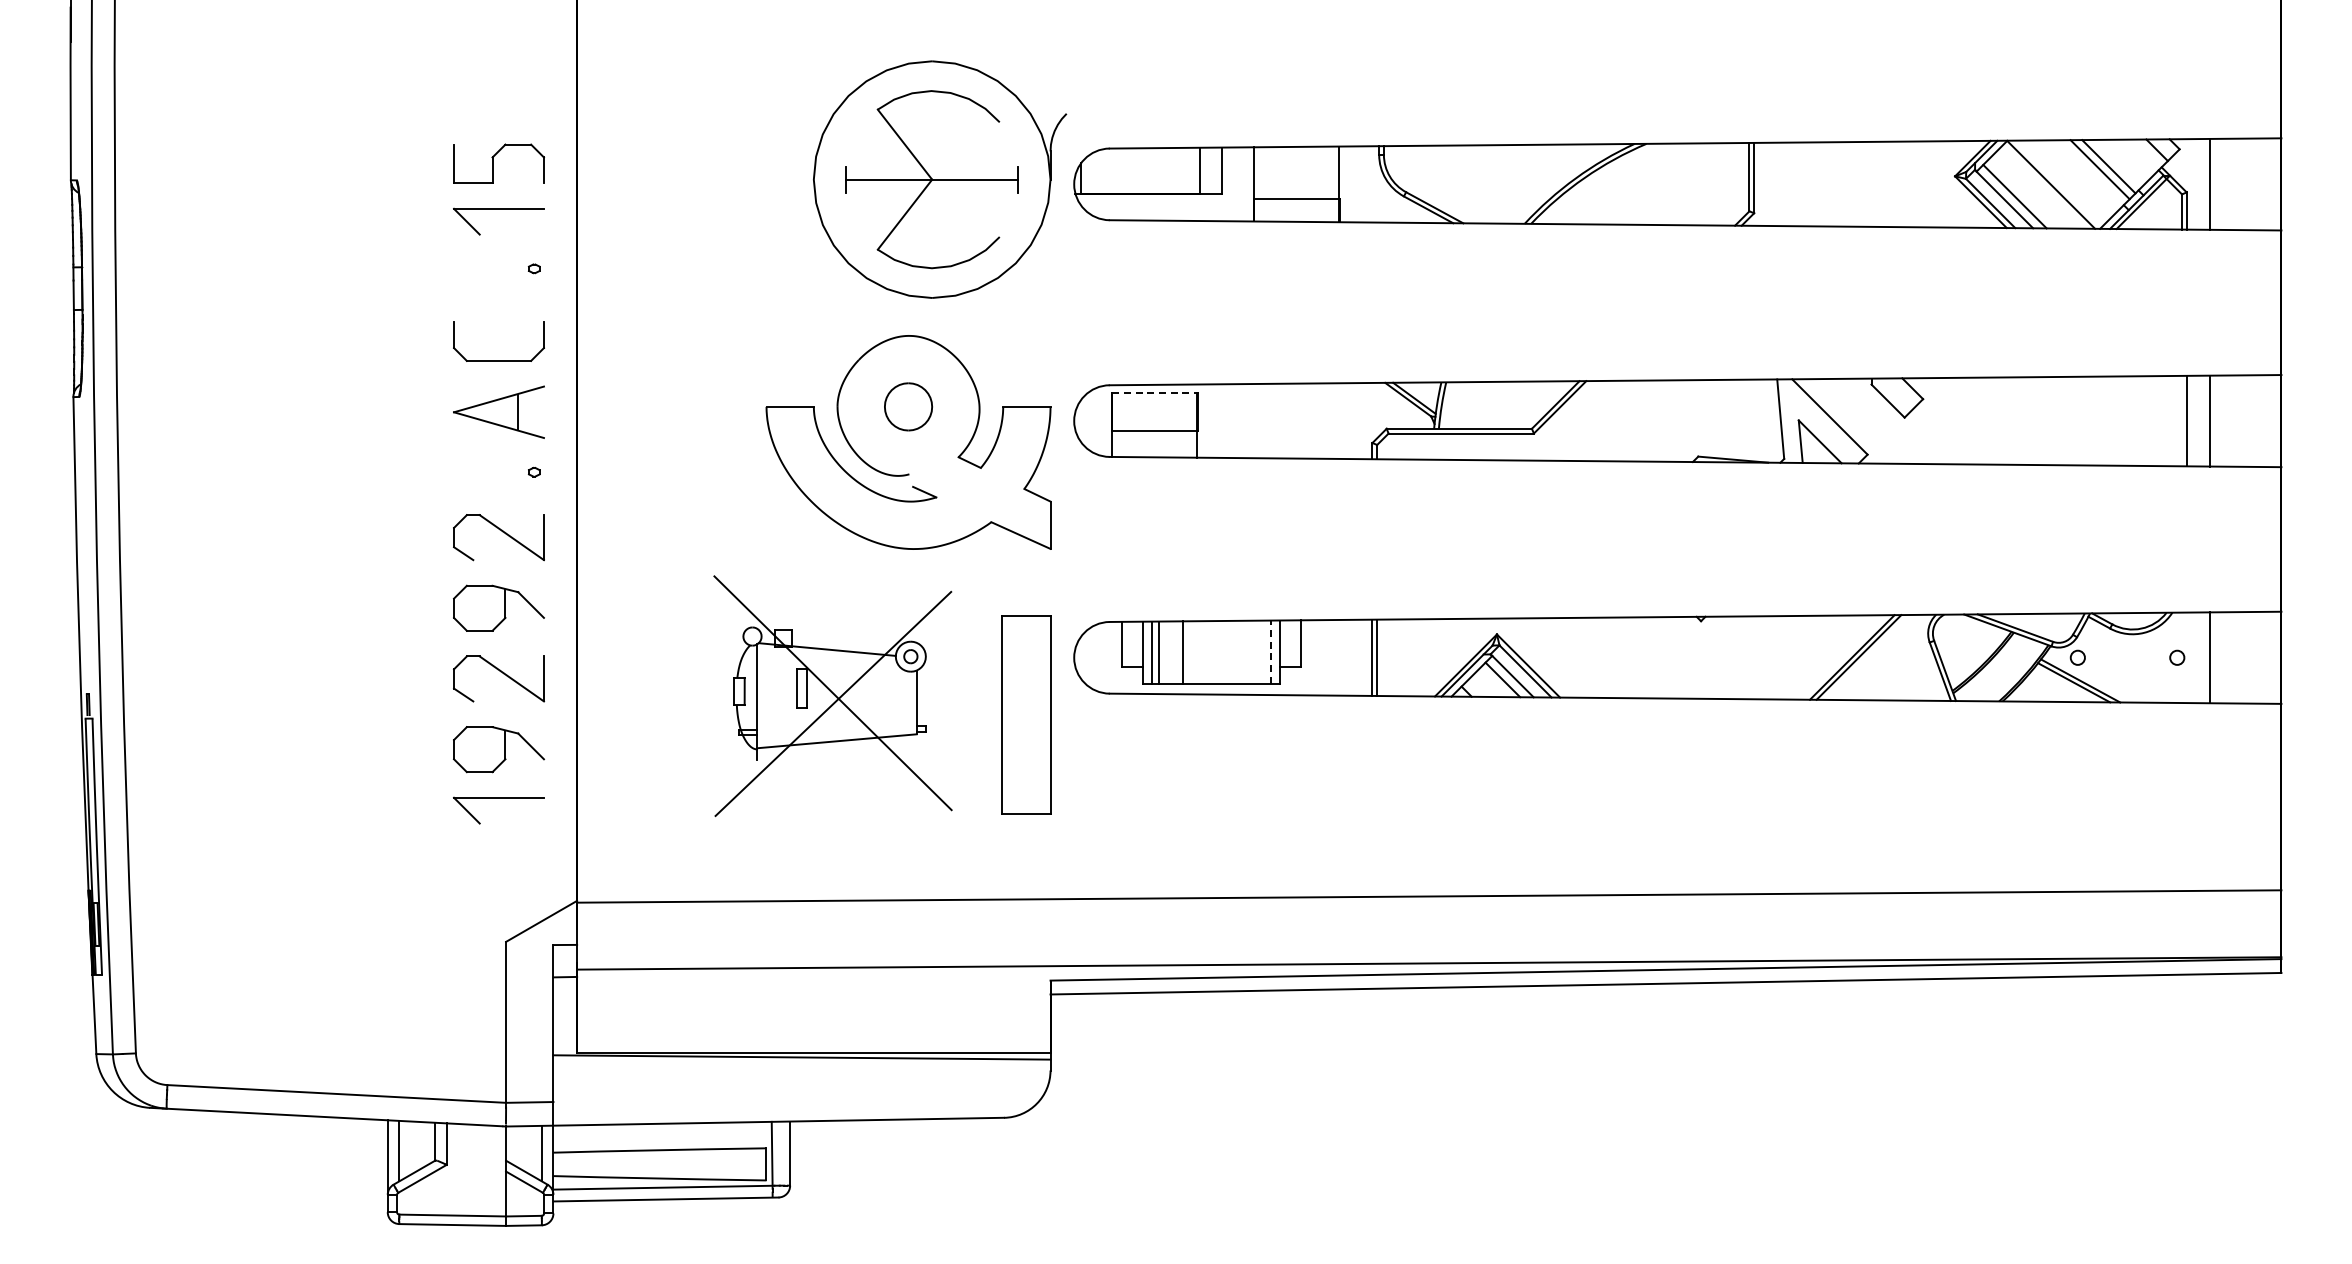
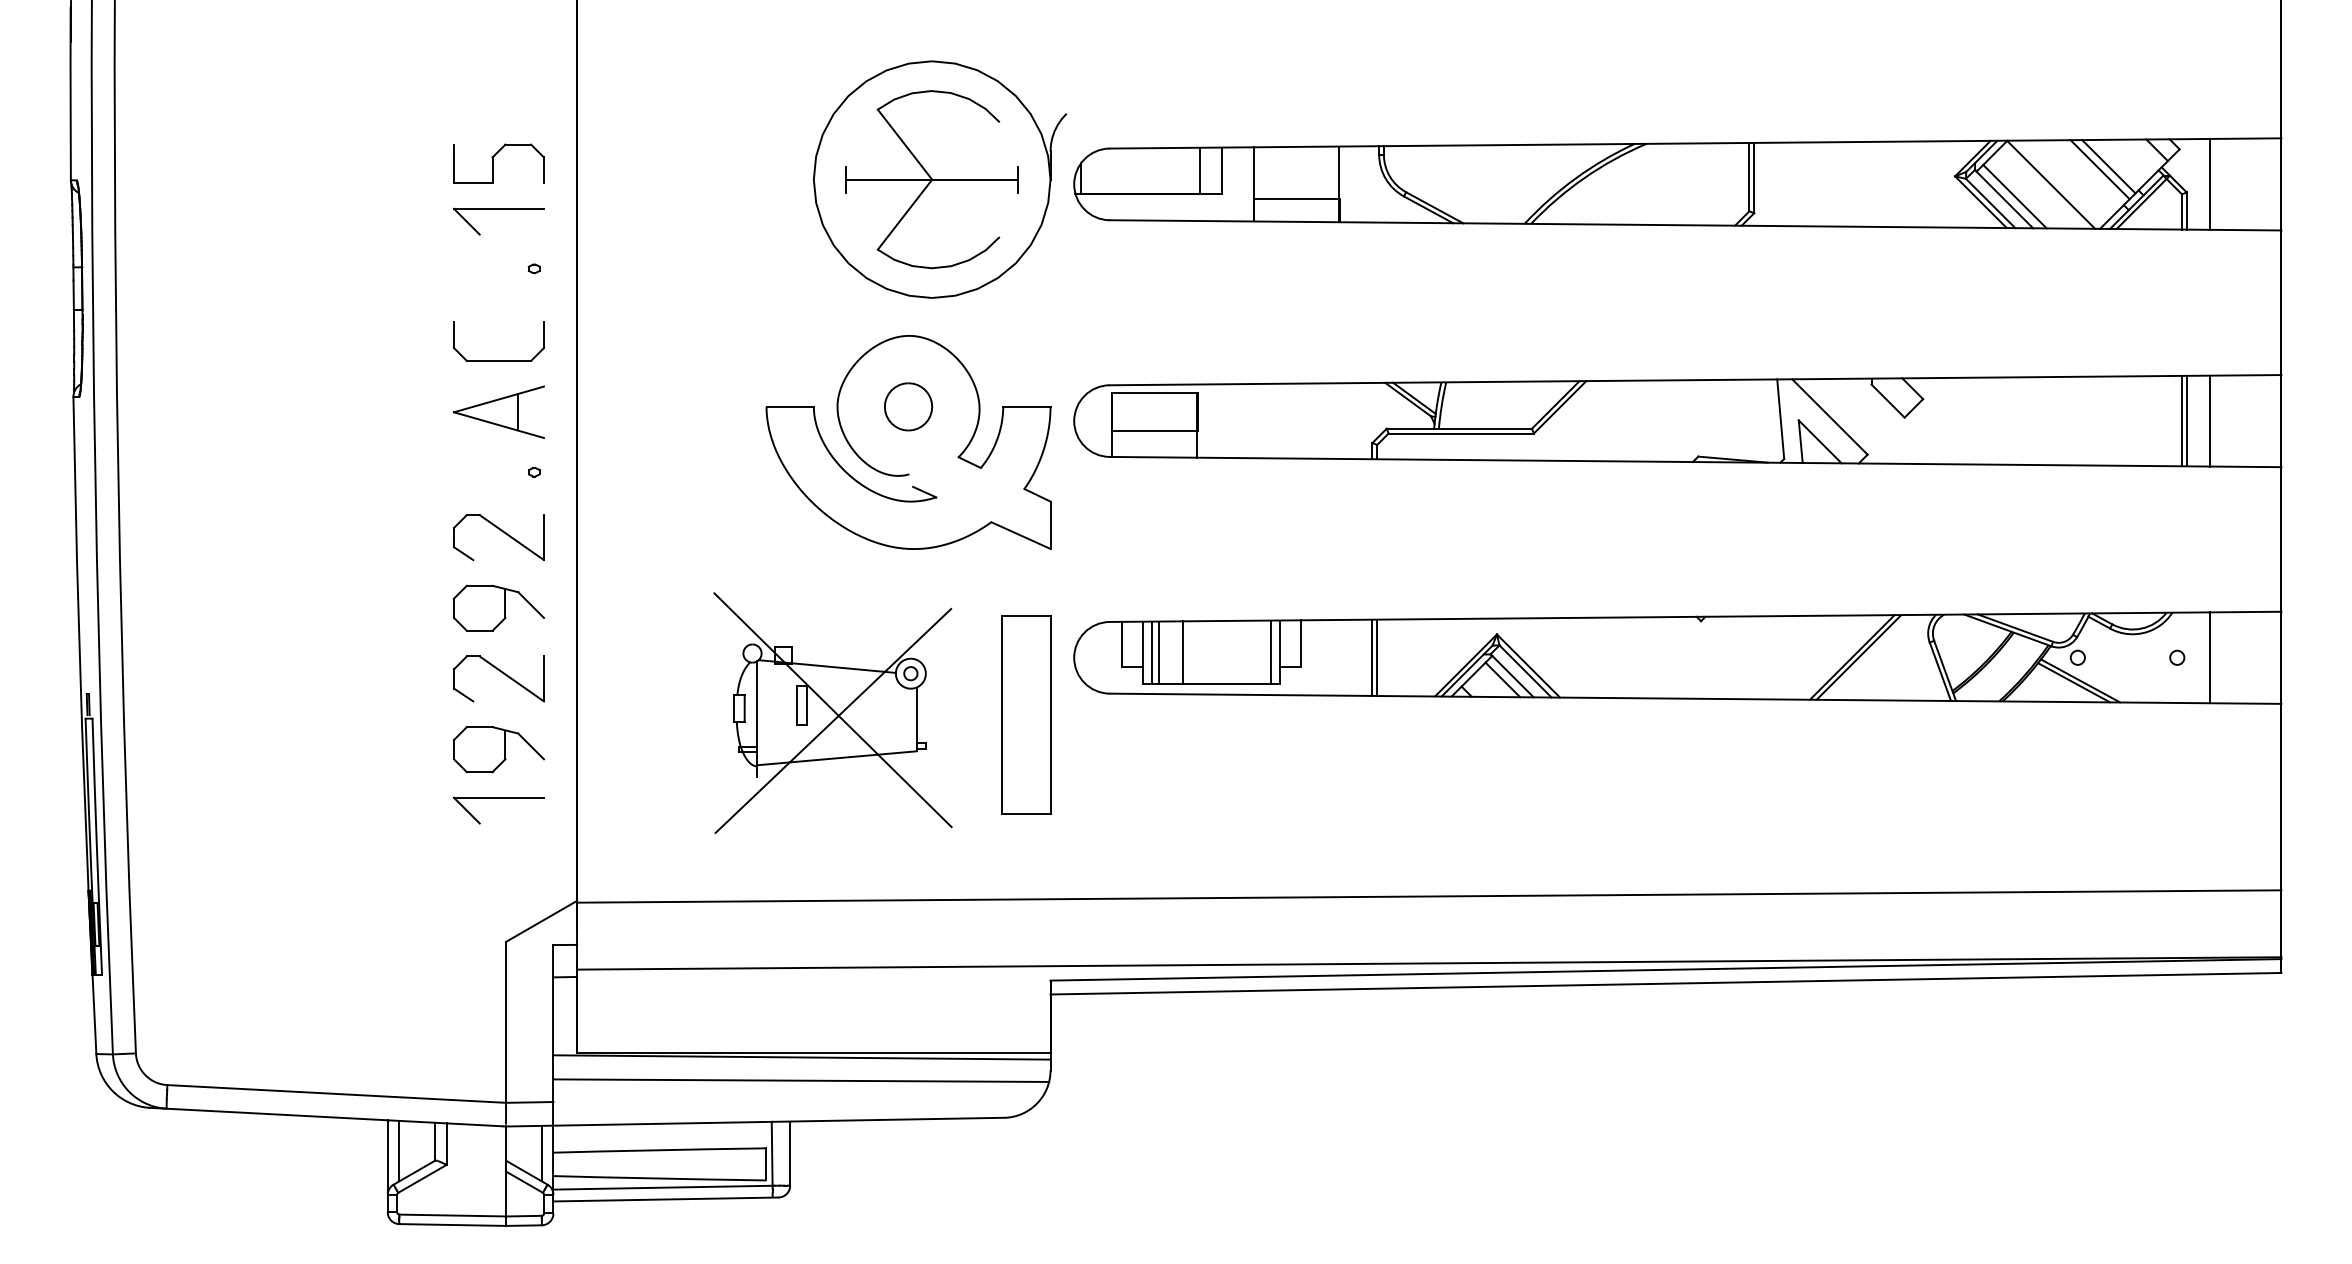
line at (1154, 392): dashed -> solid
line at (2182, 420): none -> present
line at (1270, 652): dashed -> solid
part at (832, 696) position: (832, 696) -> (832, 713)
line at (801, 1080): none -> present
